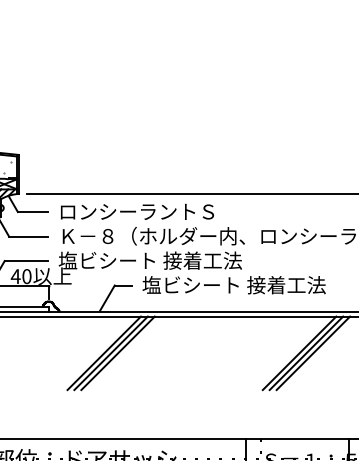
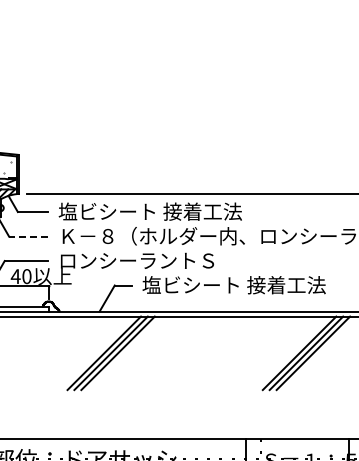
text at (149, 211): ロンシーラントＳ -> 塩ビシート 接着工法
line at (28, 236): solid -> dashed
text at (149, 260): 塩ビシート 接着工法 -> ロンシーラントＳ
